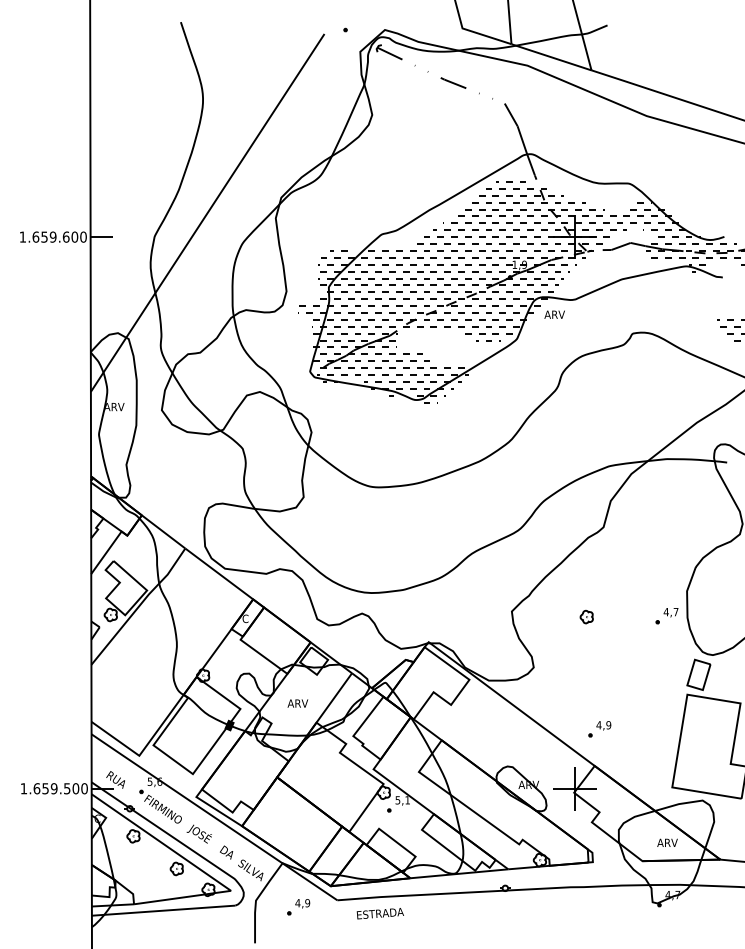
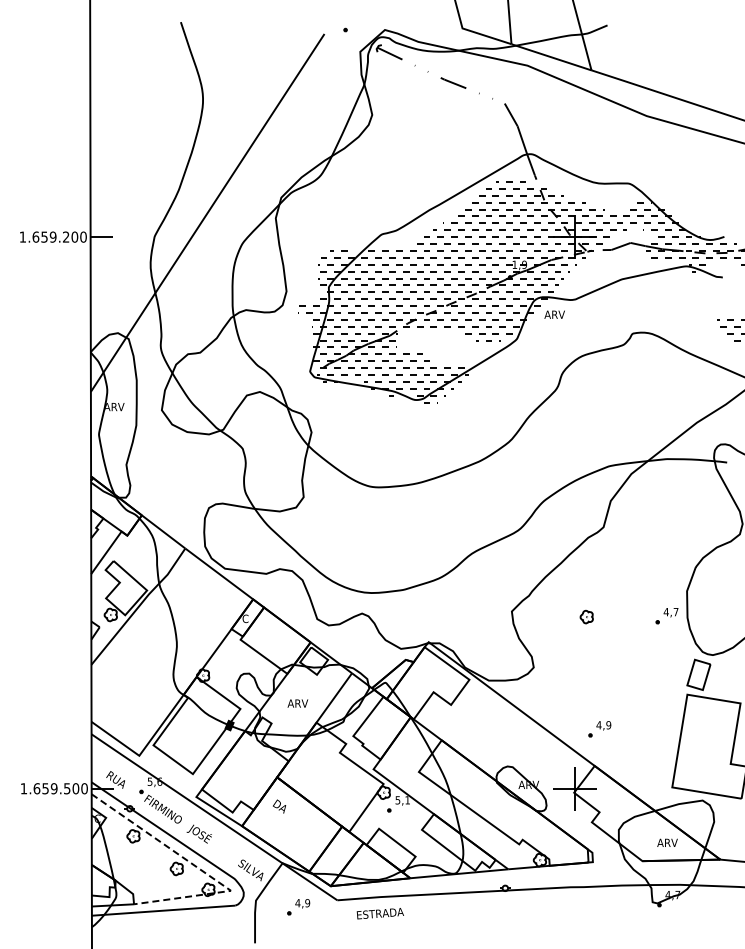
text at (65, 236): 1.659.600 -> 1.659.200
text at (226, 852) position: (226, 852) -> (279, 806)
line at (202, 870): solid -> dashed
